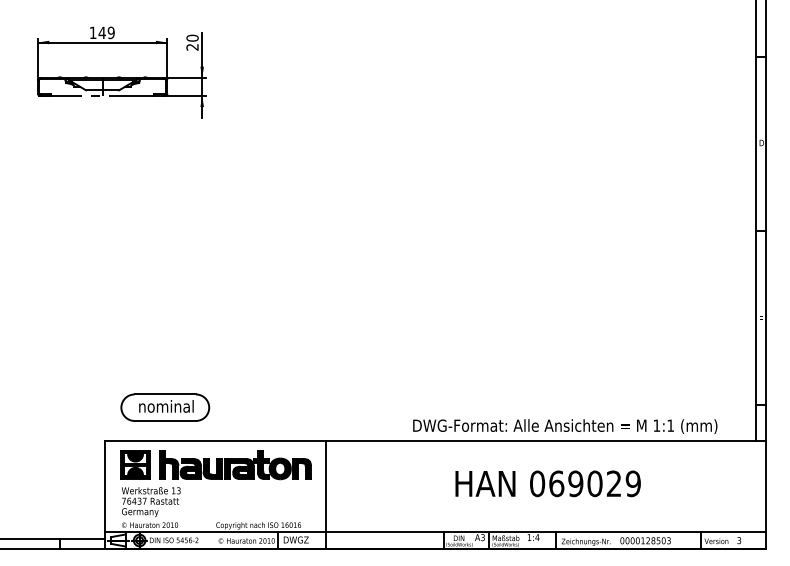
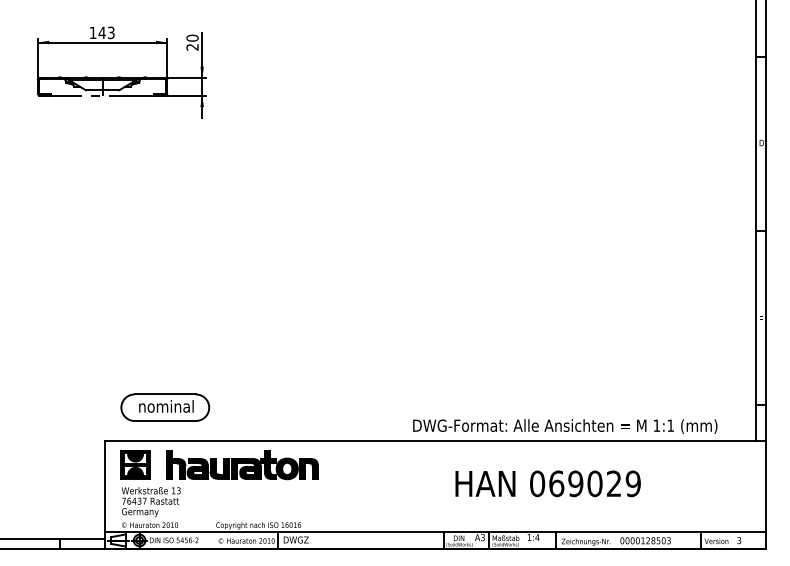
text at (110, 32): 149 -> 143
part at (235, 465) position: (235, 465) -> (242, 465)
line at (326, 495): present -> none
